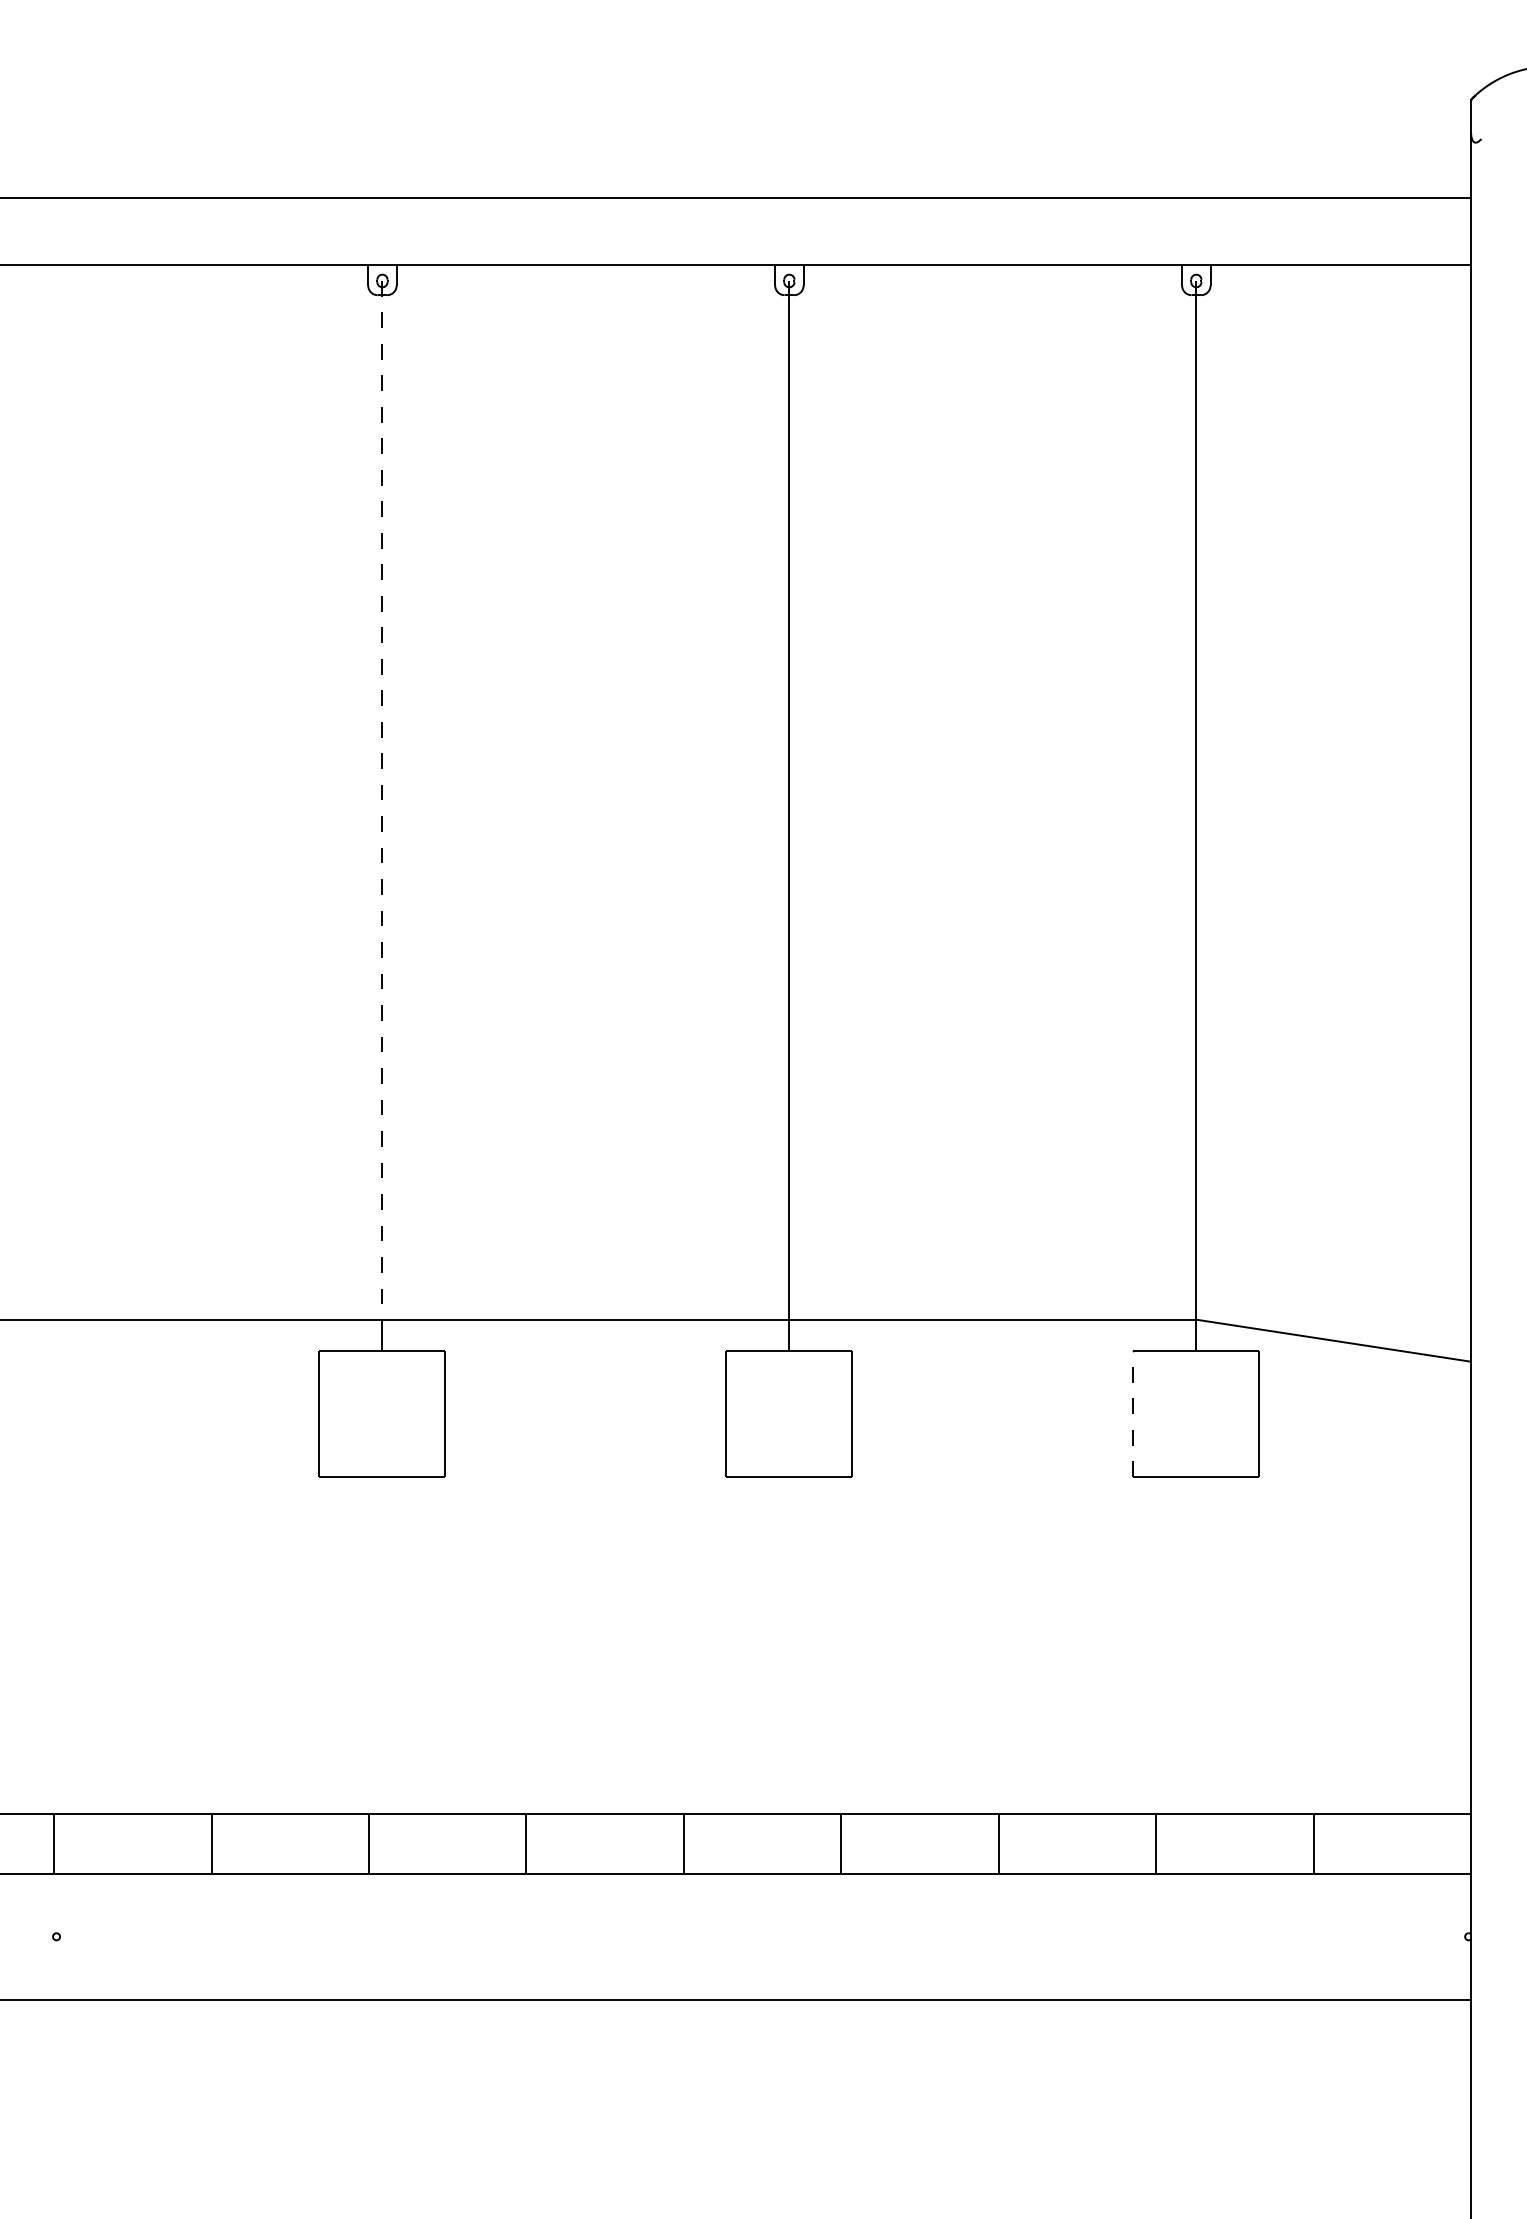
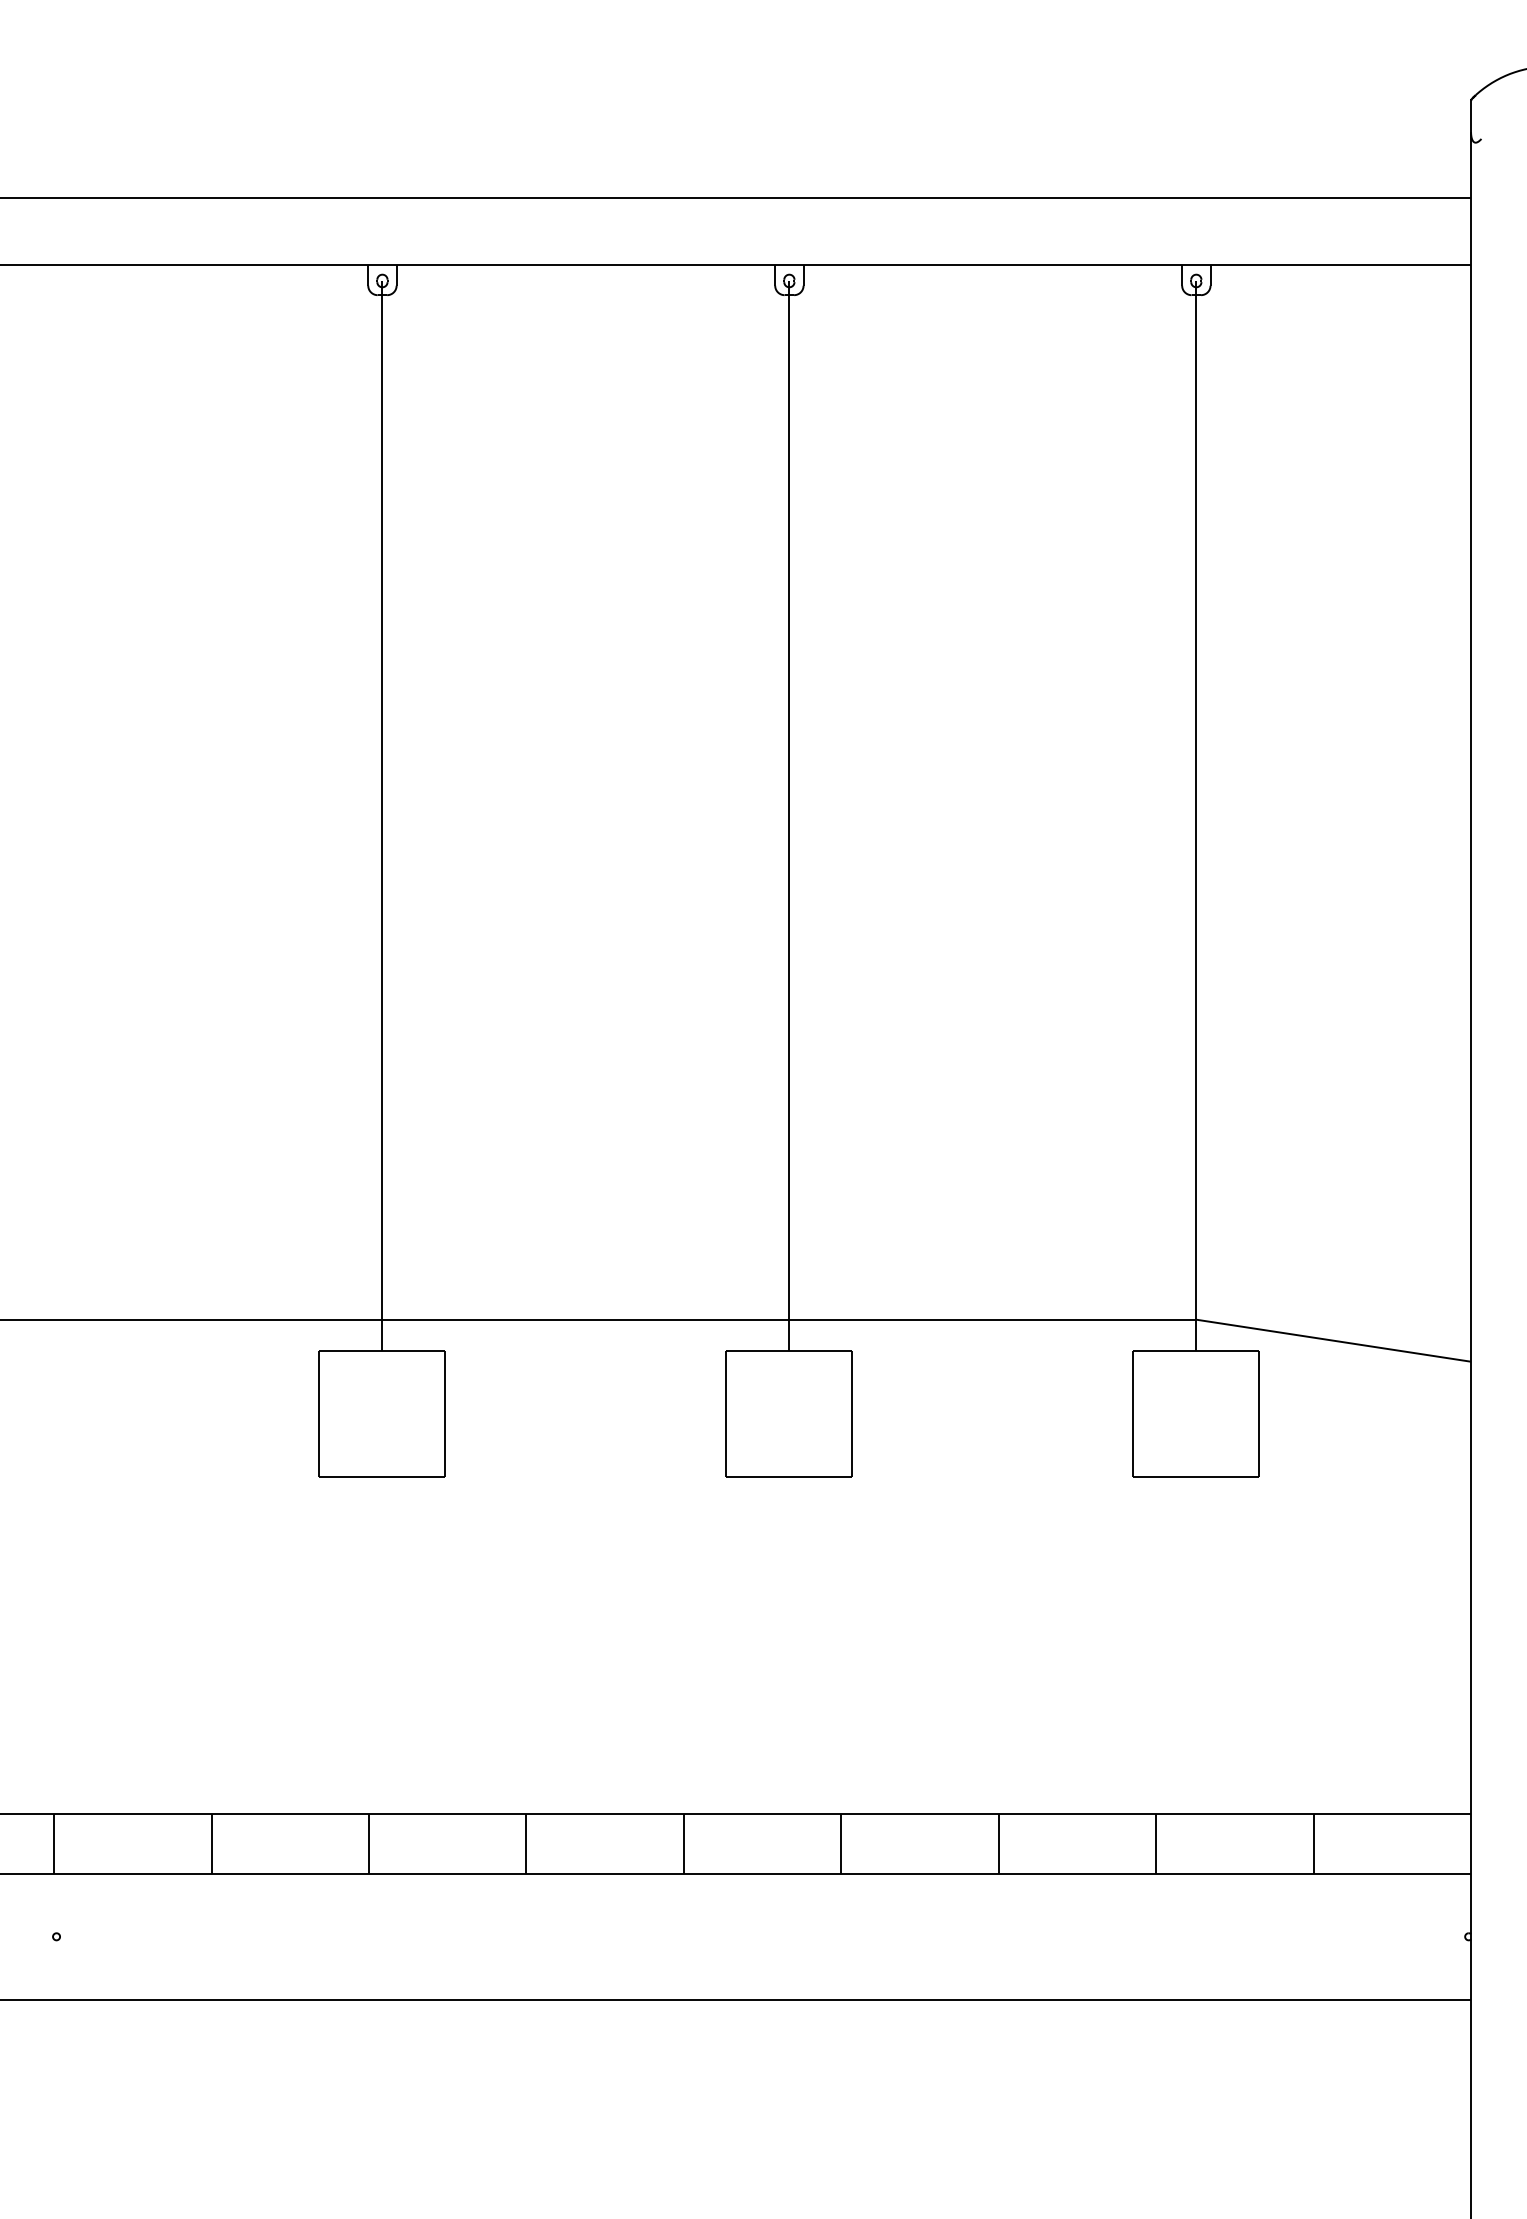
line at (382, 800): dashed -> solid
line at (1133, 1414): dashed -> solid
